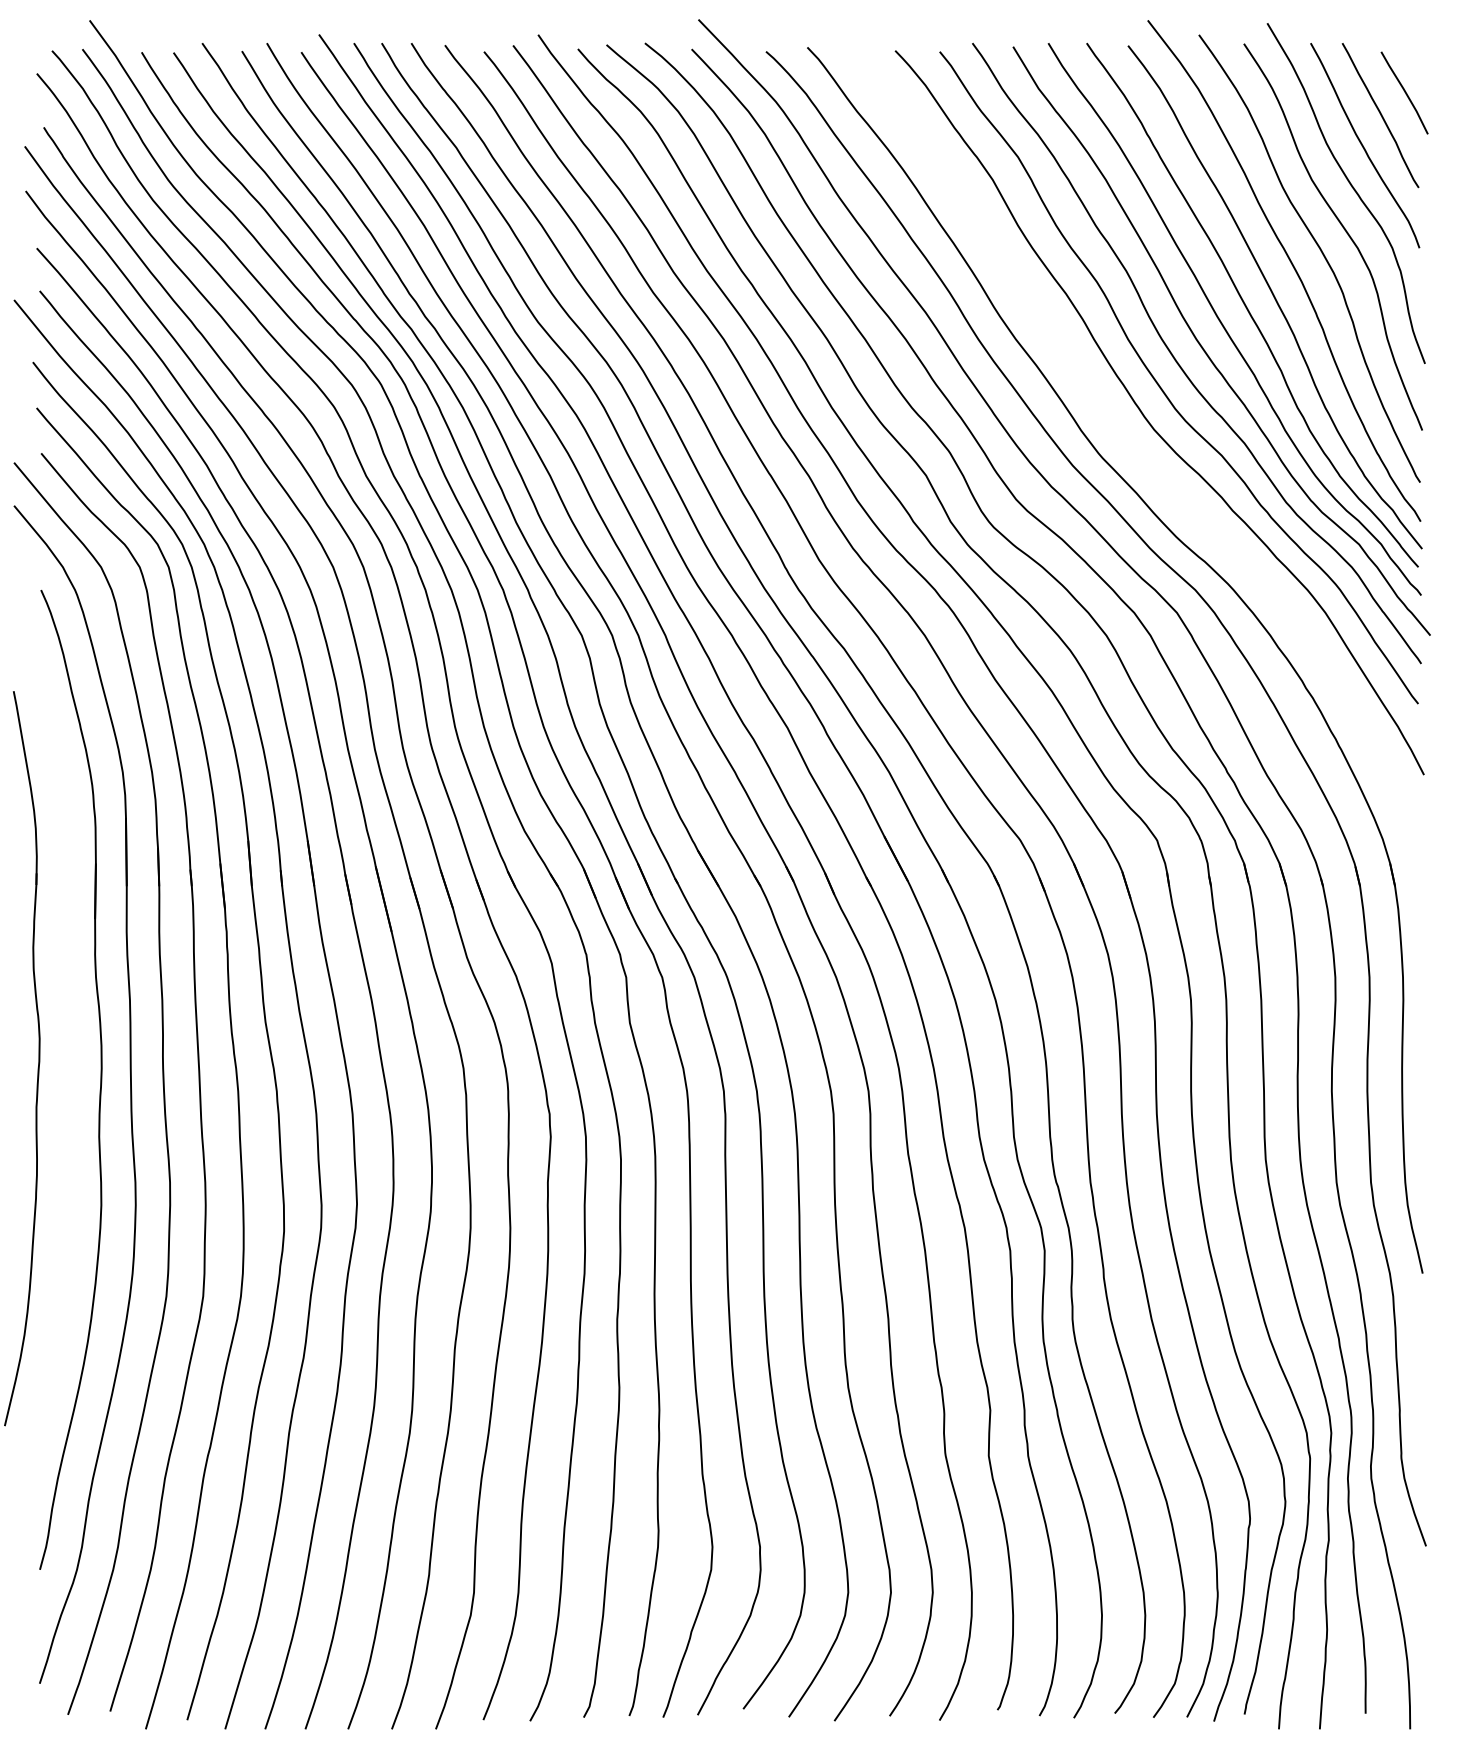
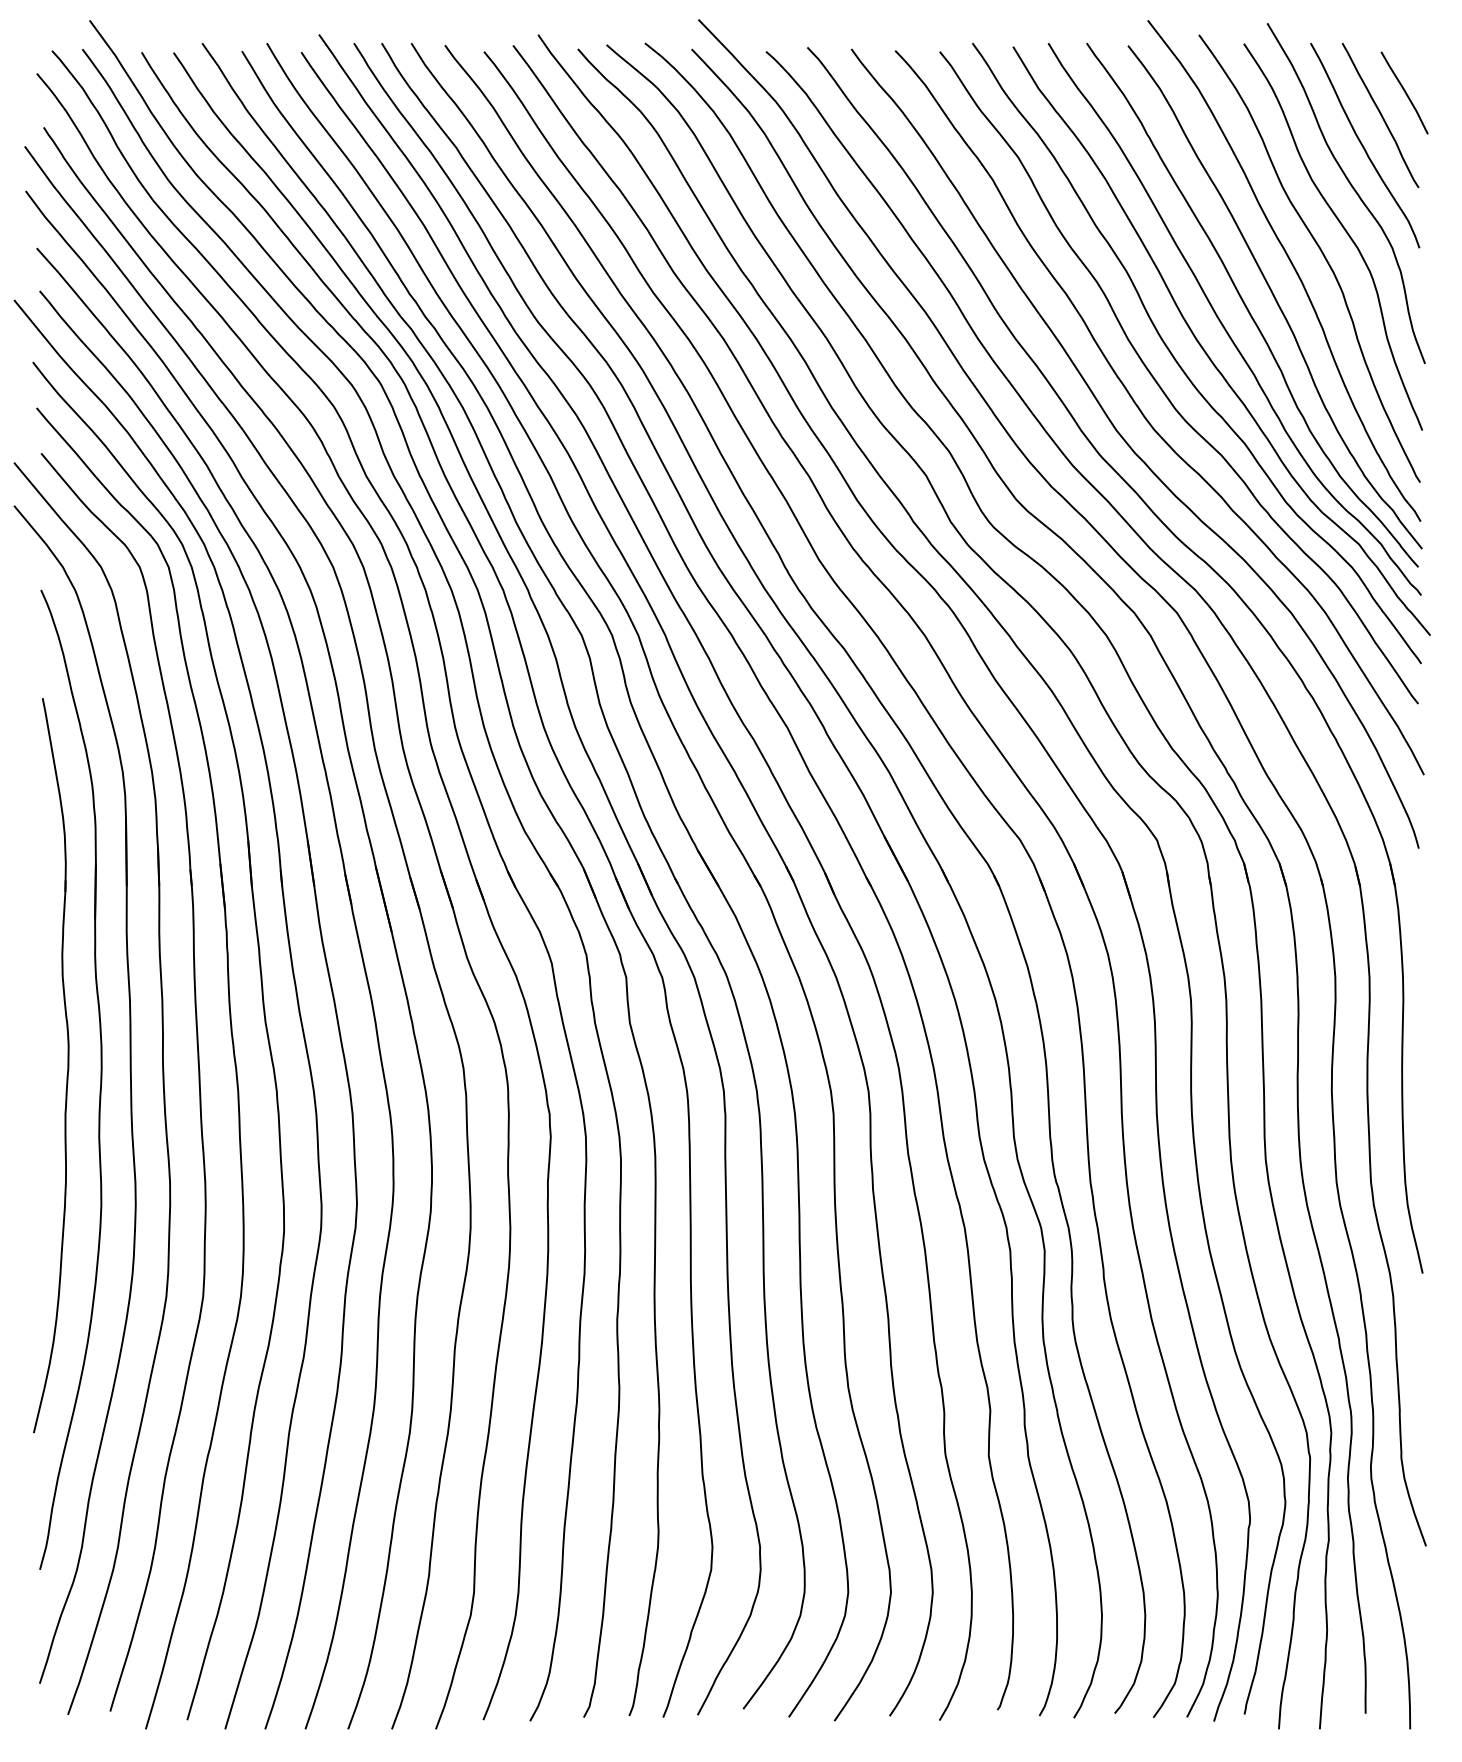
curve at (1133, 449): none -> present
part at (38, 1058) position: (38, 1058) -> (67, 1065)
